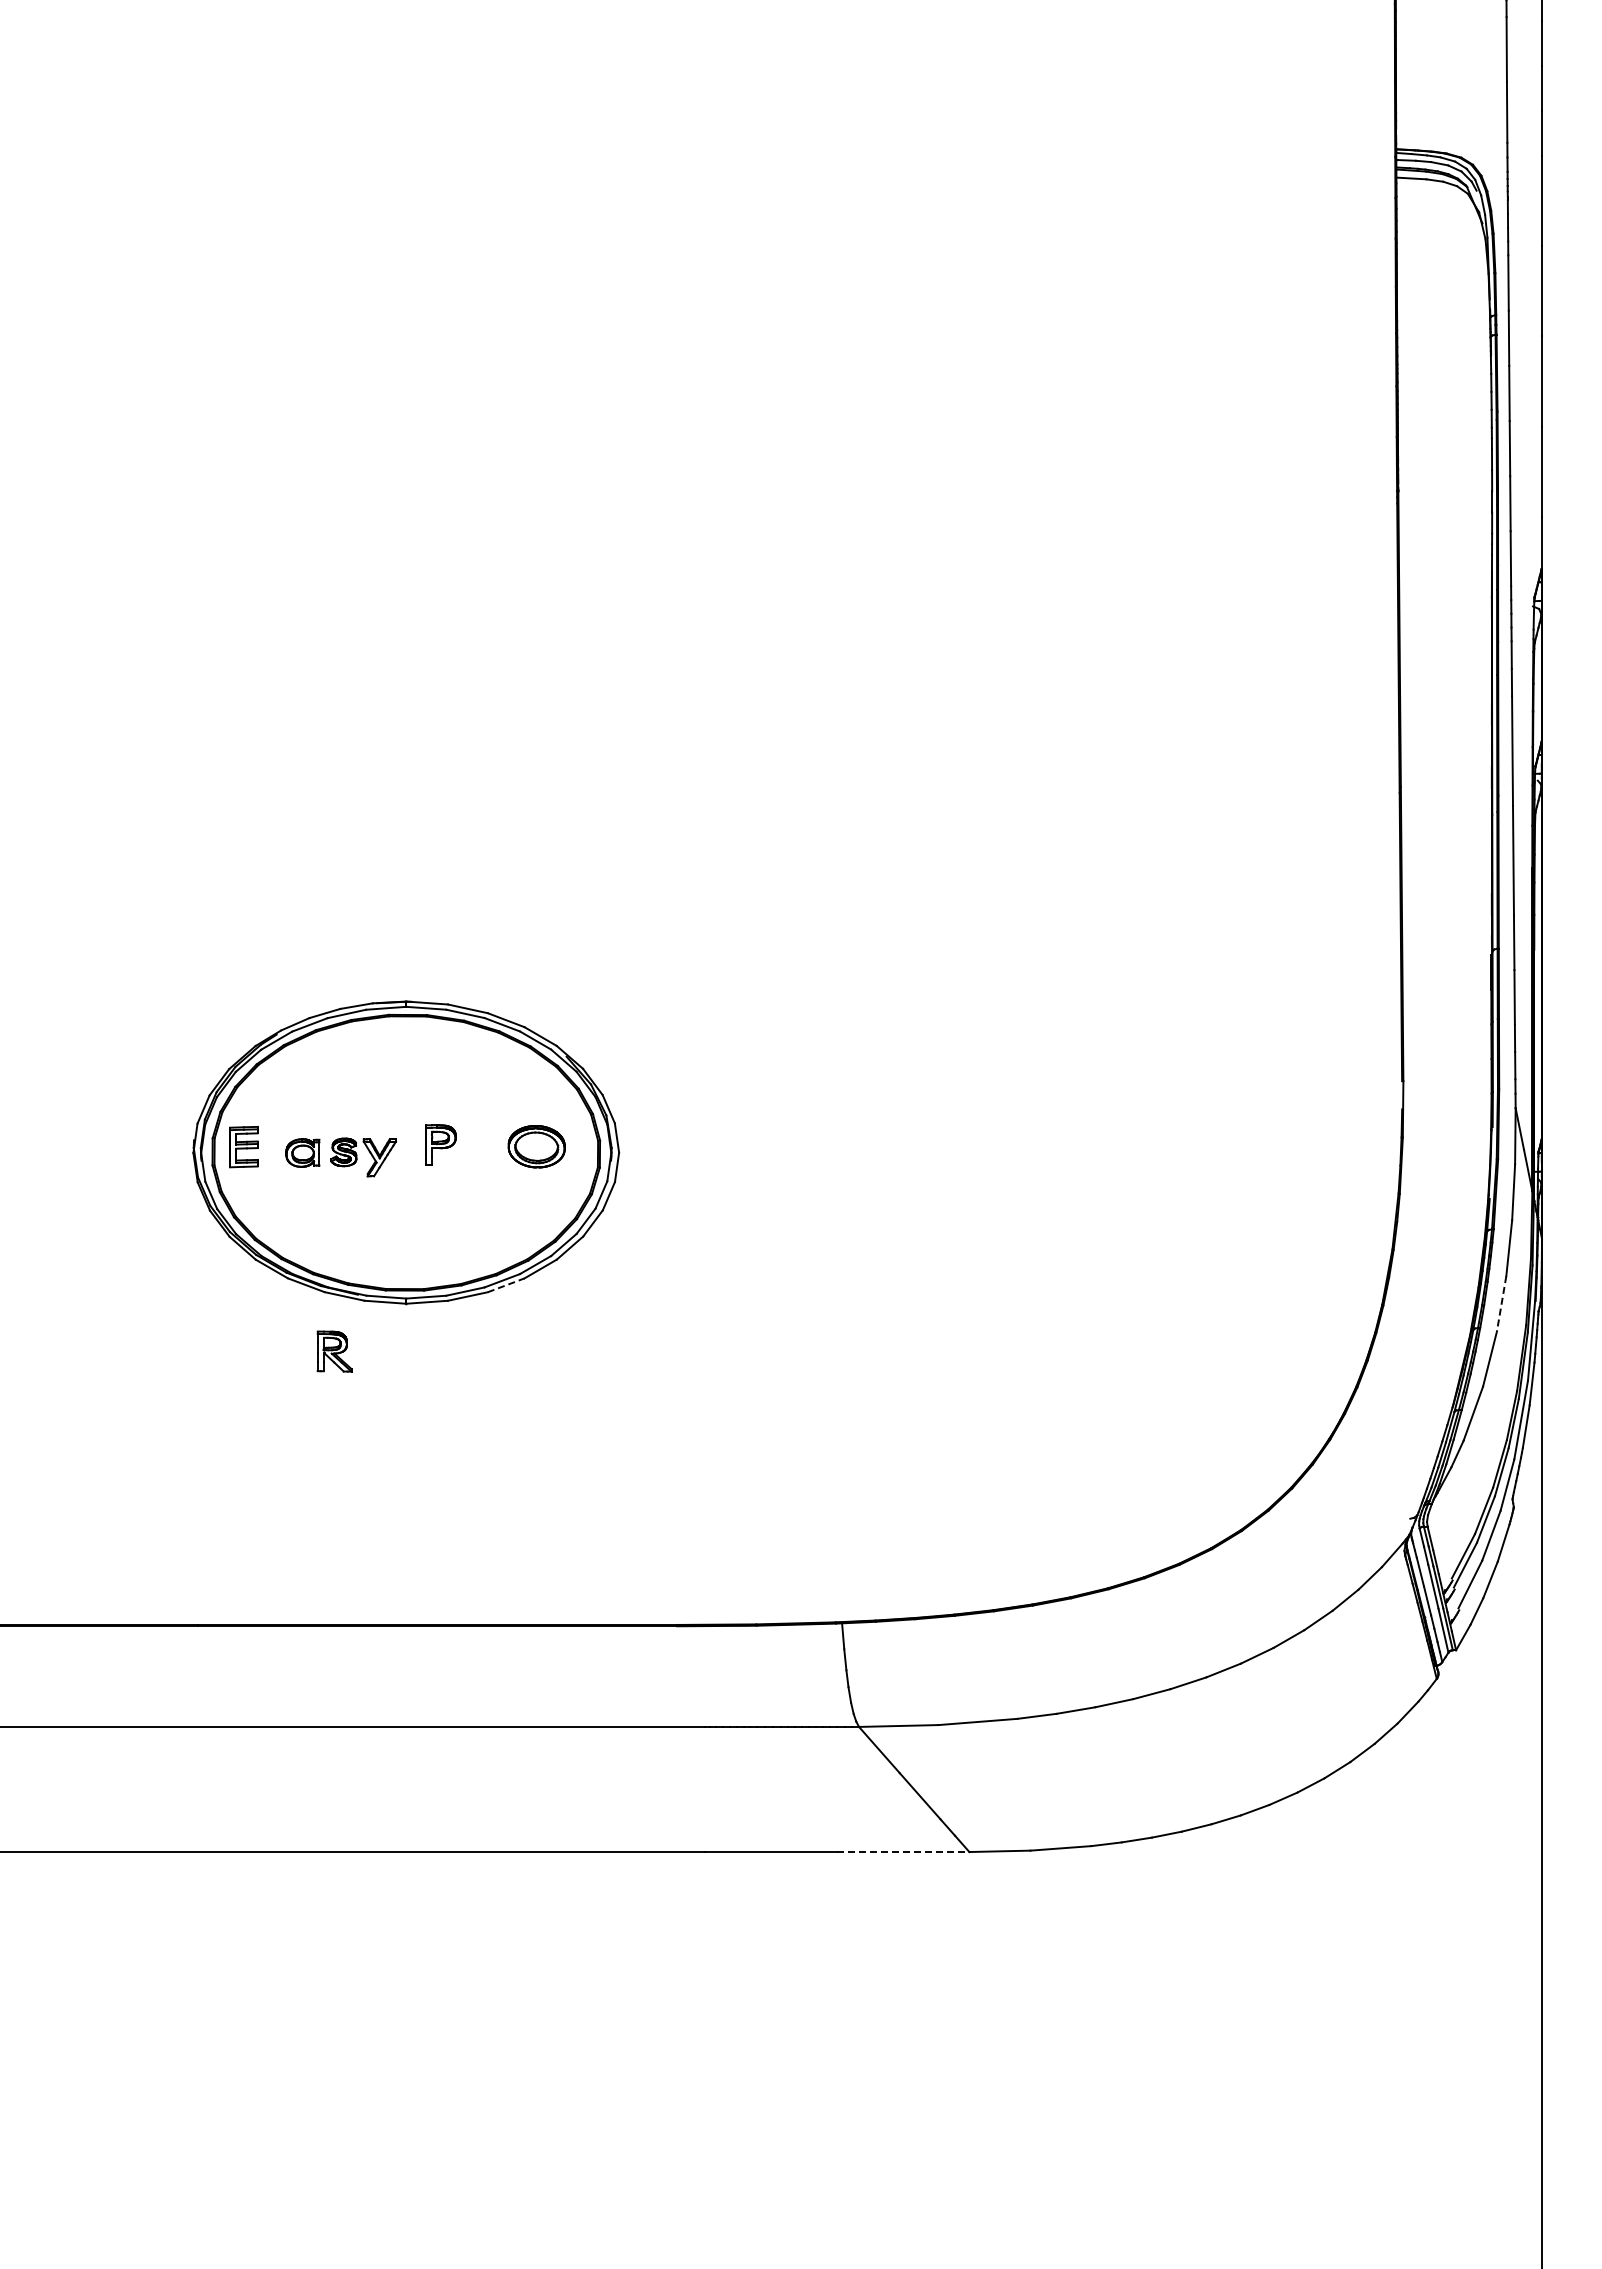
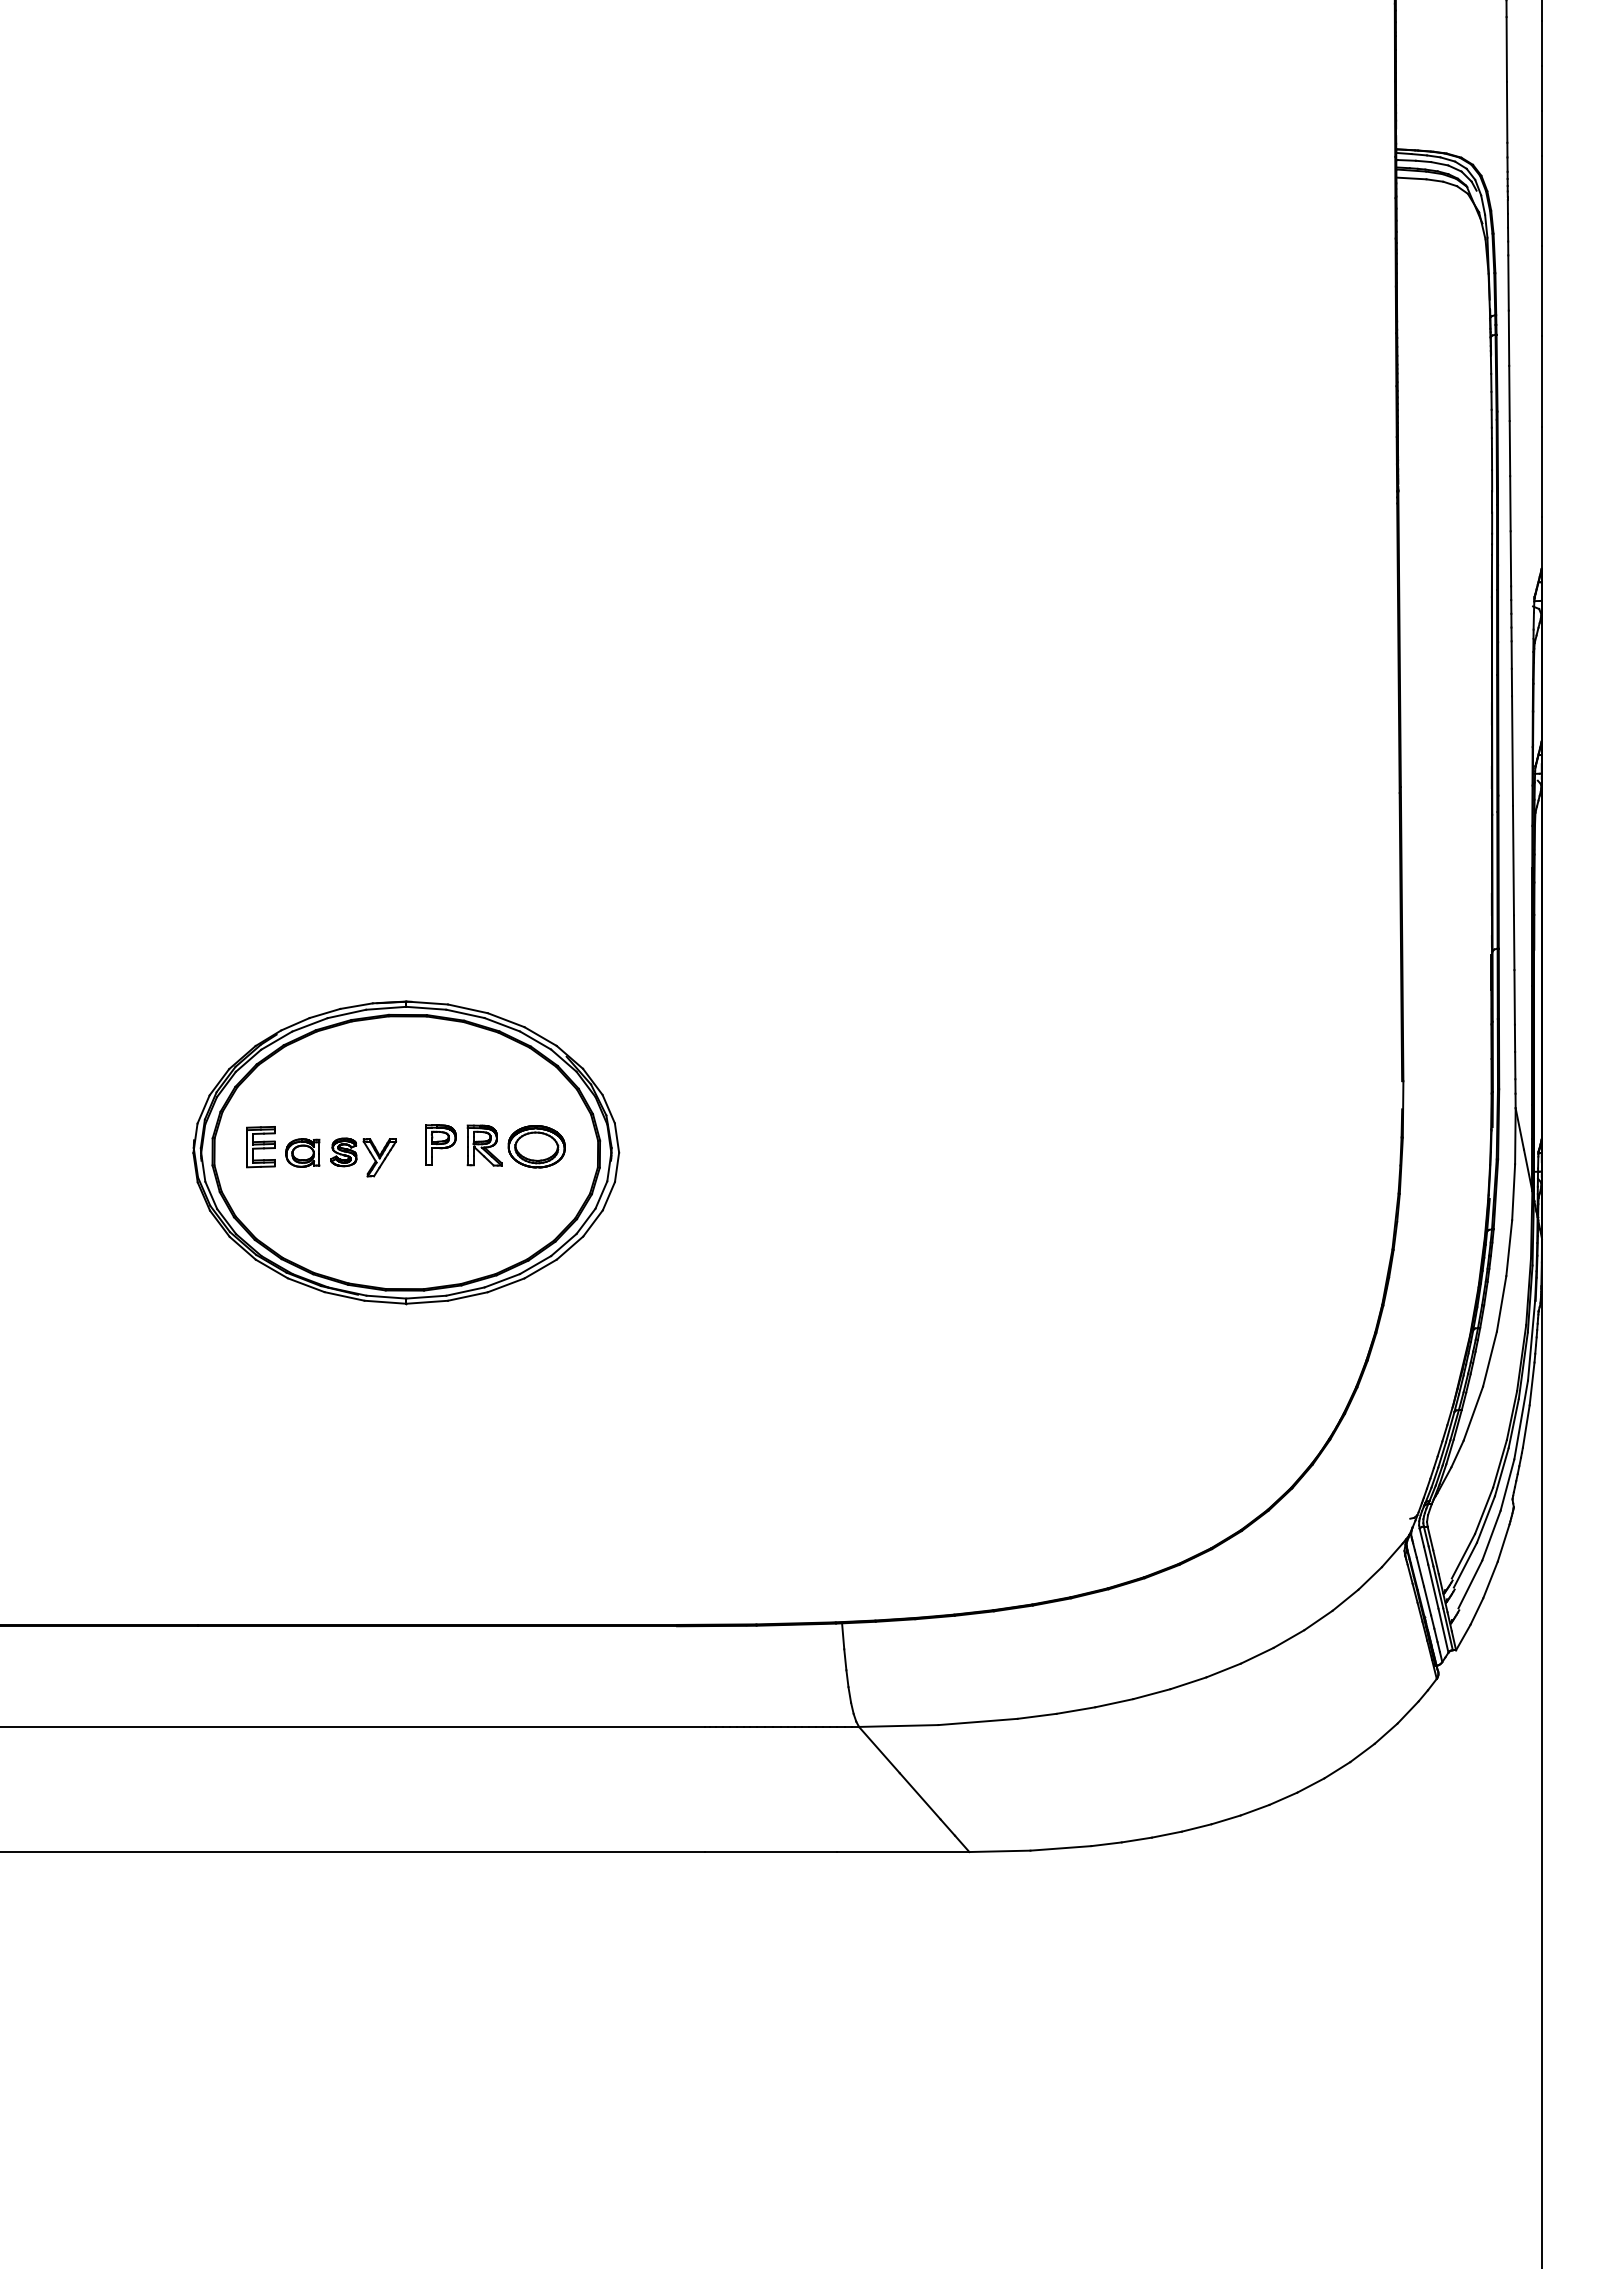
part at (243, 1147) position: (243, 1147) -> (260, 1147)
line at (506, 1285): dashed -> solid
line at (1501, 1304): dashed -> solid
part at (334, 1351) position: (334, 1351) -> (484, 1145)
line at (903, 1852): dashed -> solid
